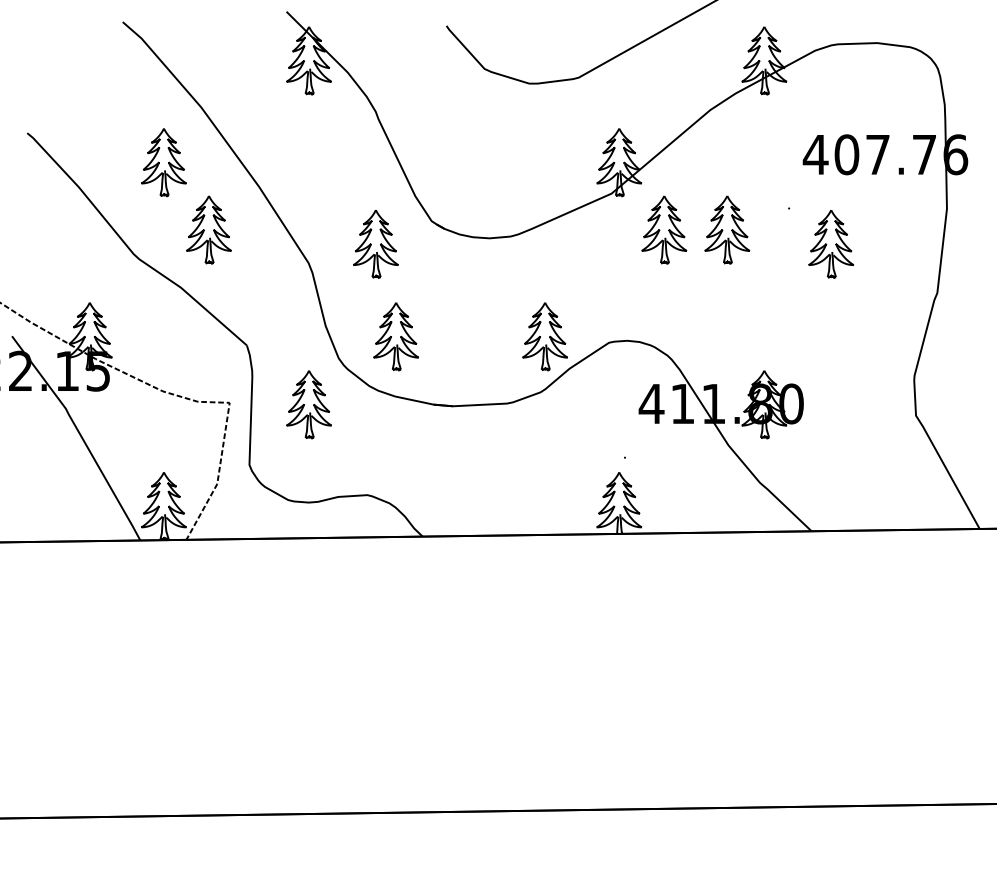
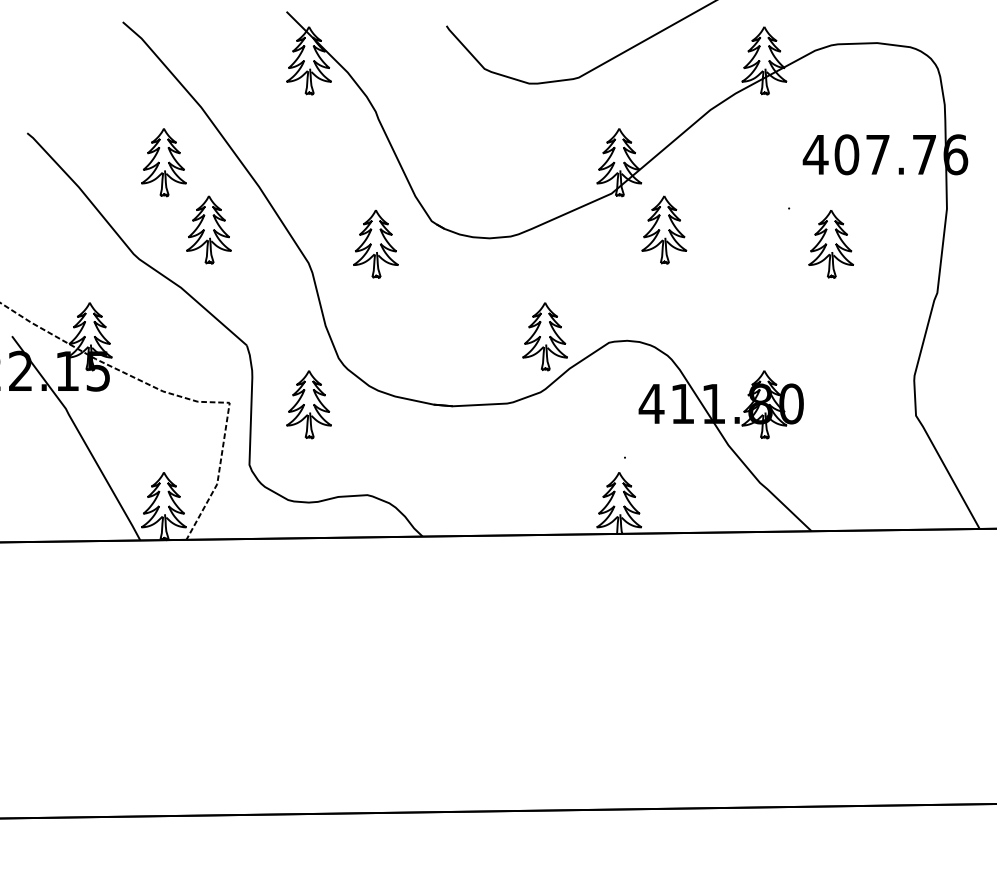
part at (727, 229): present -> none
part at (395, 336): present -> none
